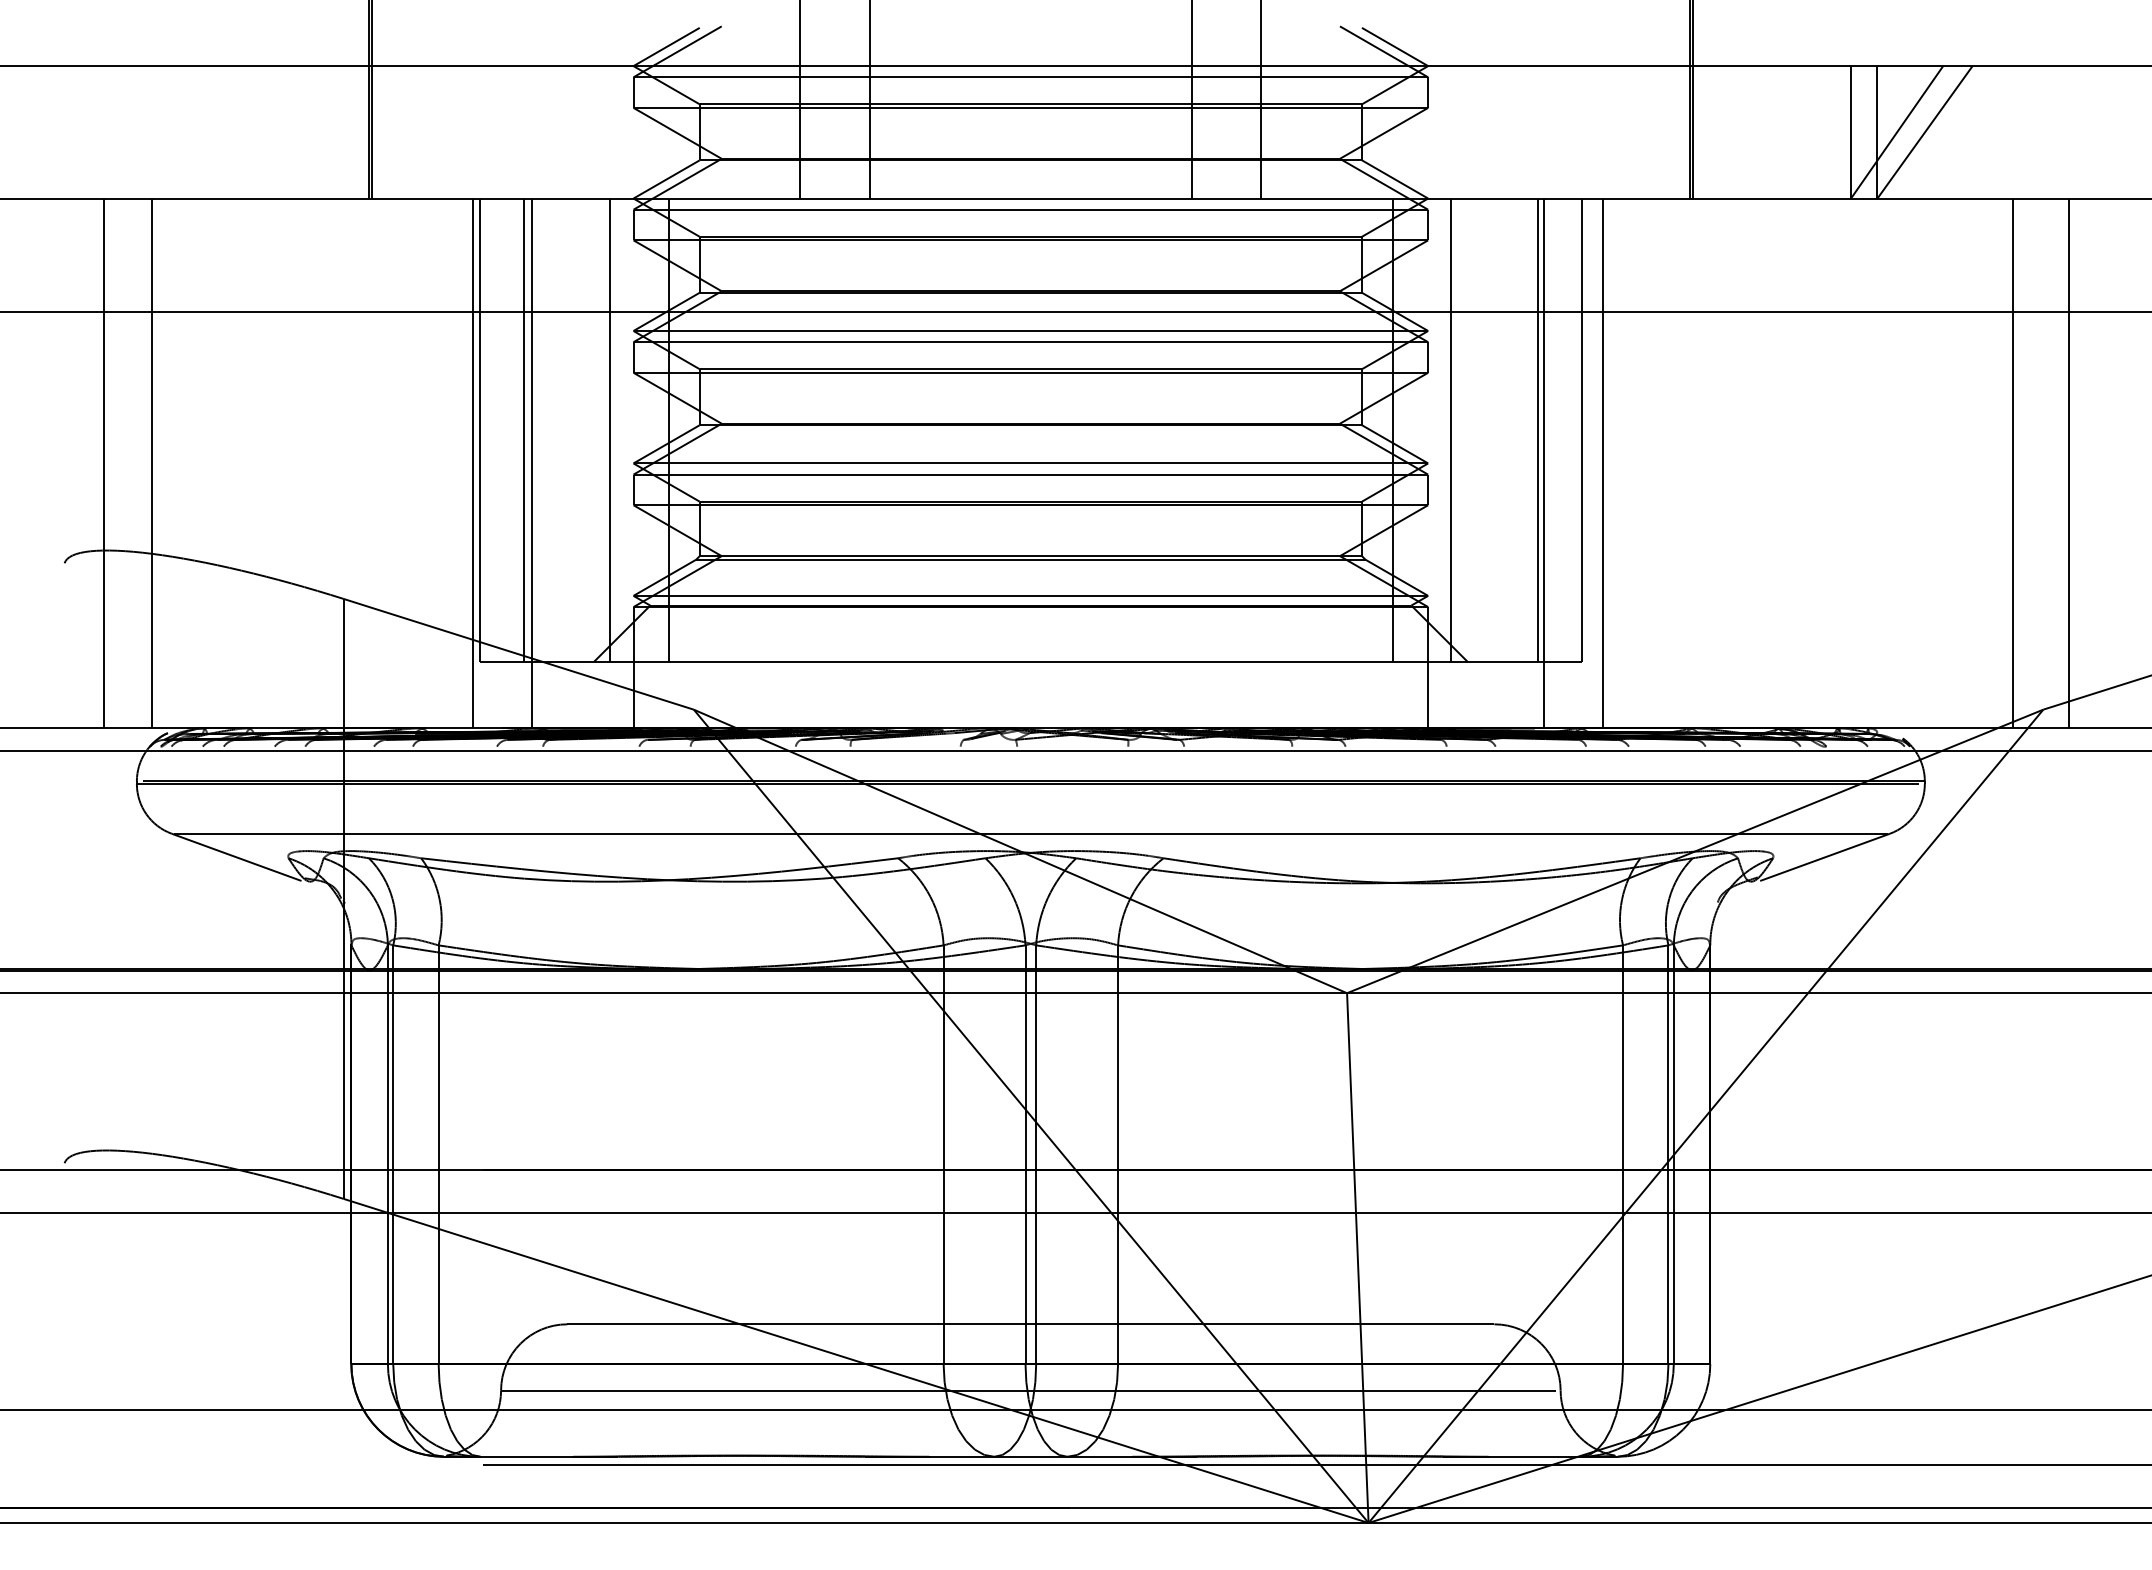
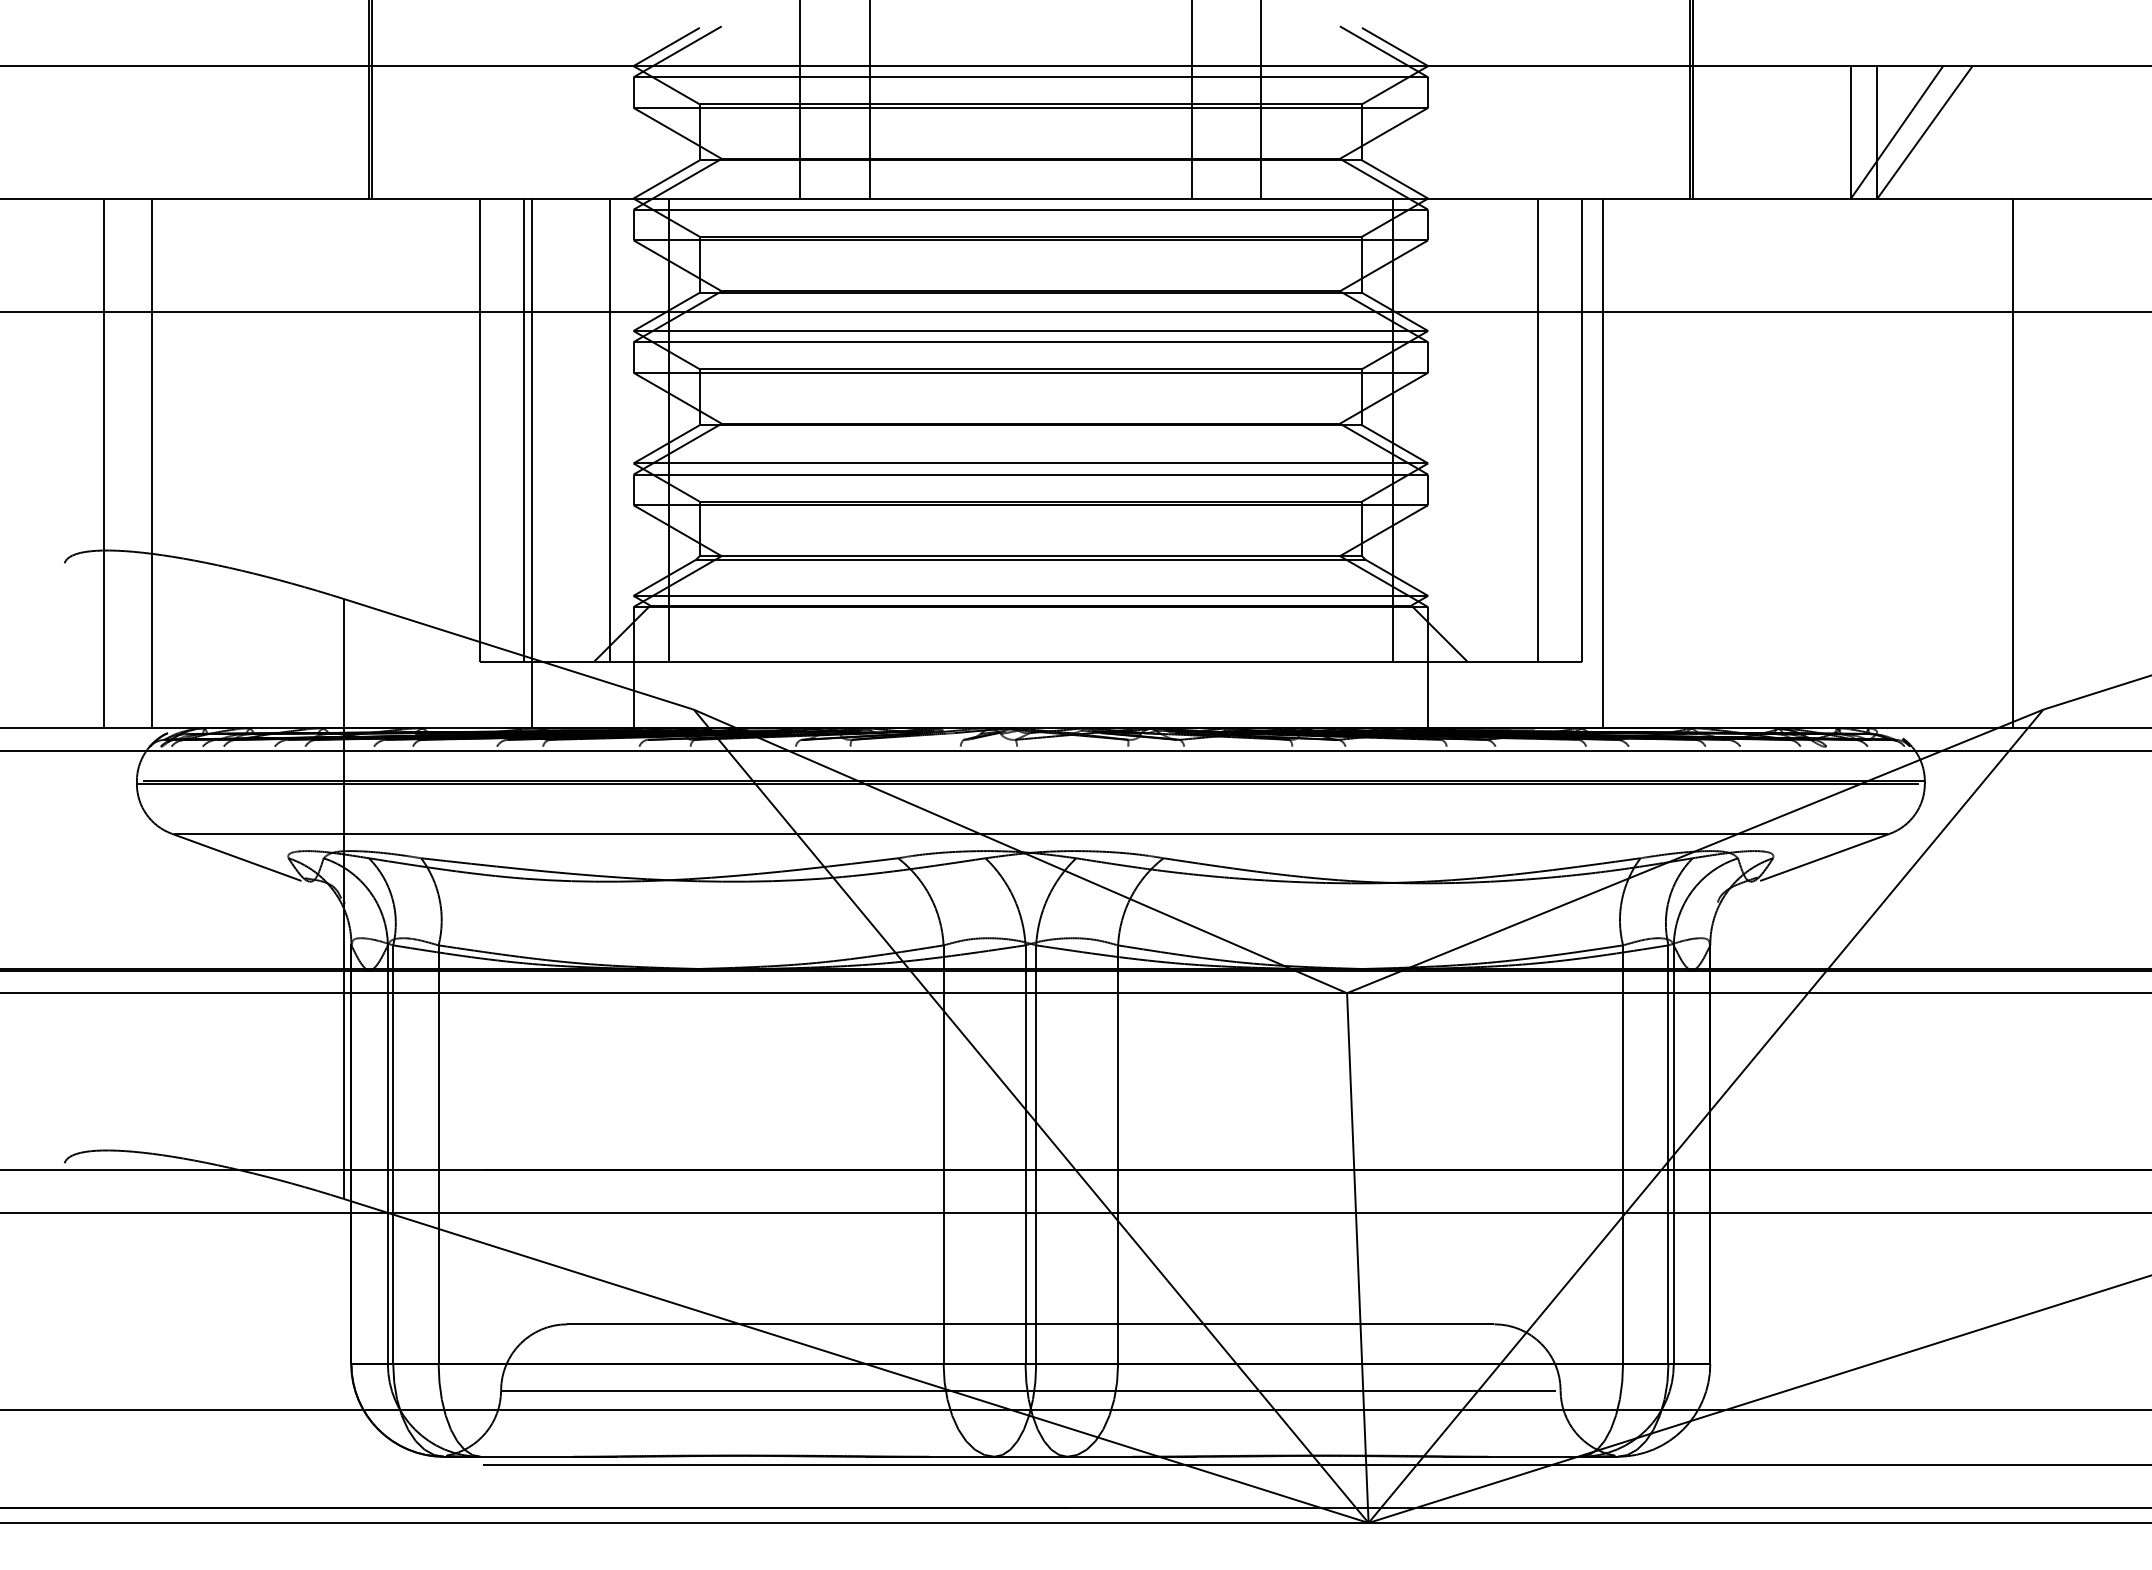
line at (1451, 430): present -> none
line at (472, 463): present -> none
line at (1543, 463): present -> none
line at (2069, 463): present -> none
